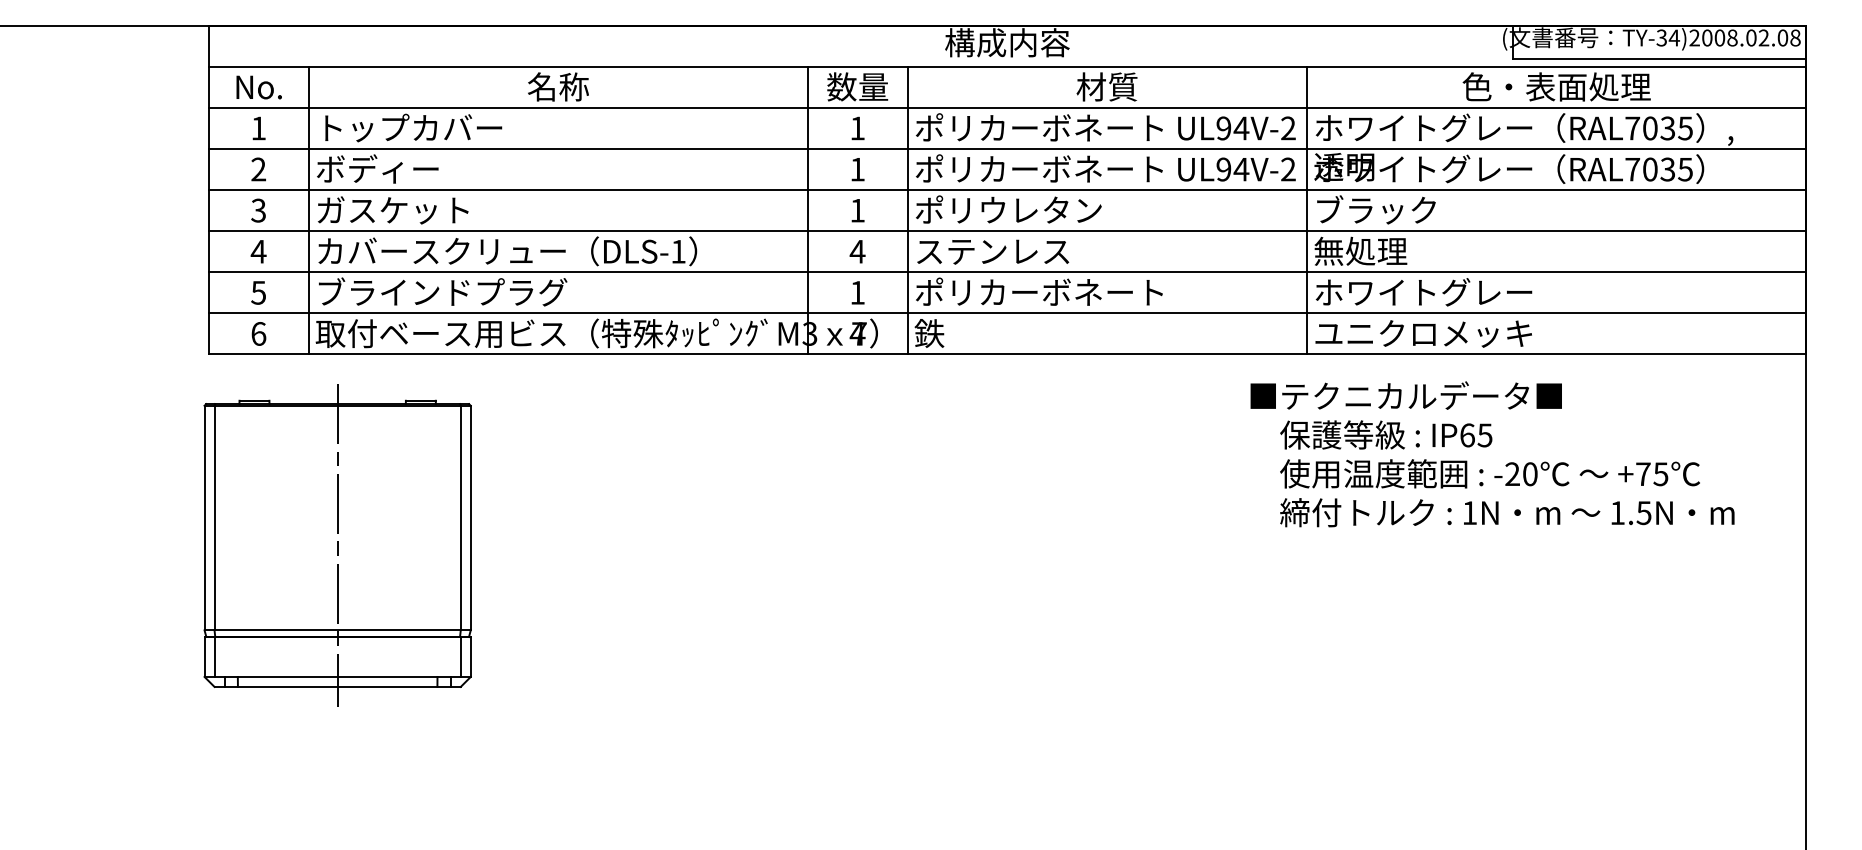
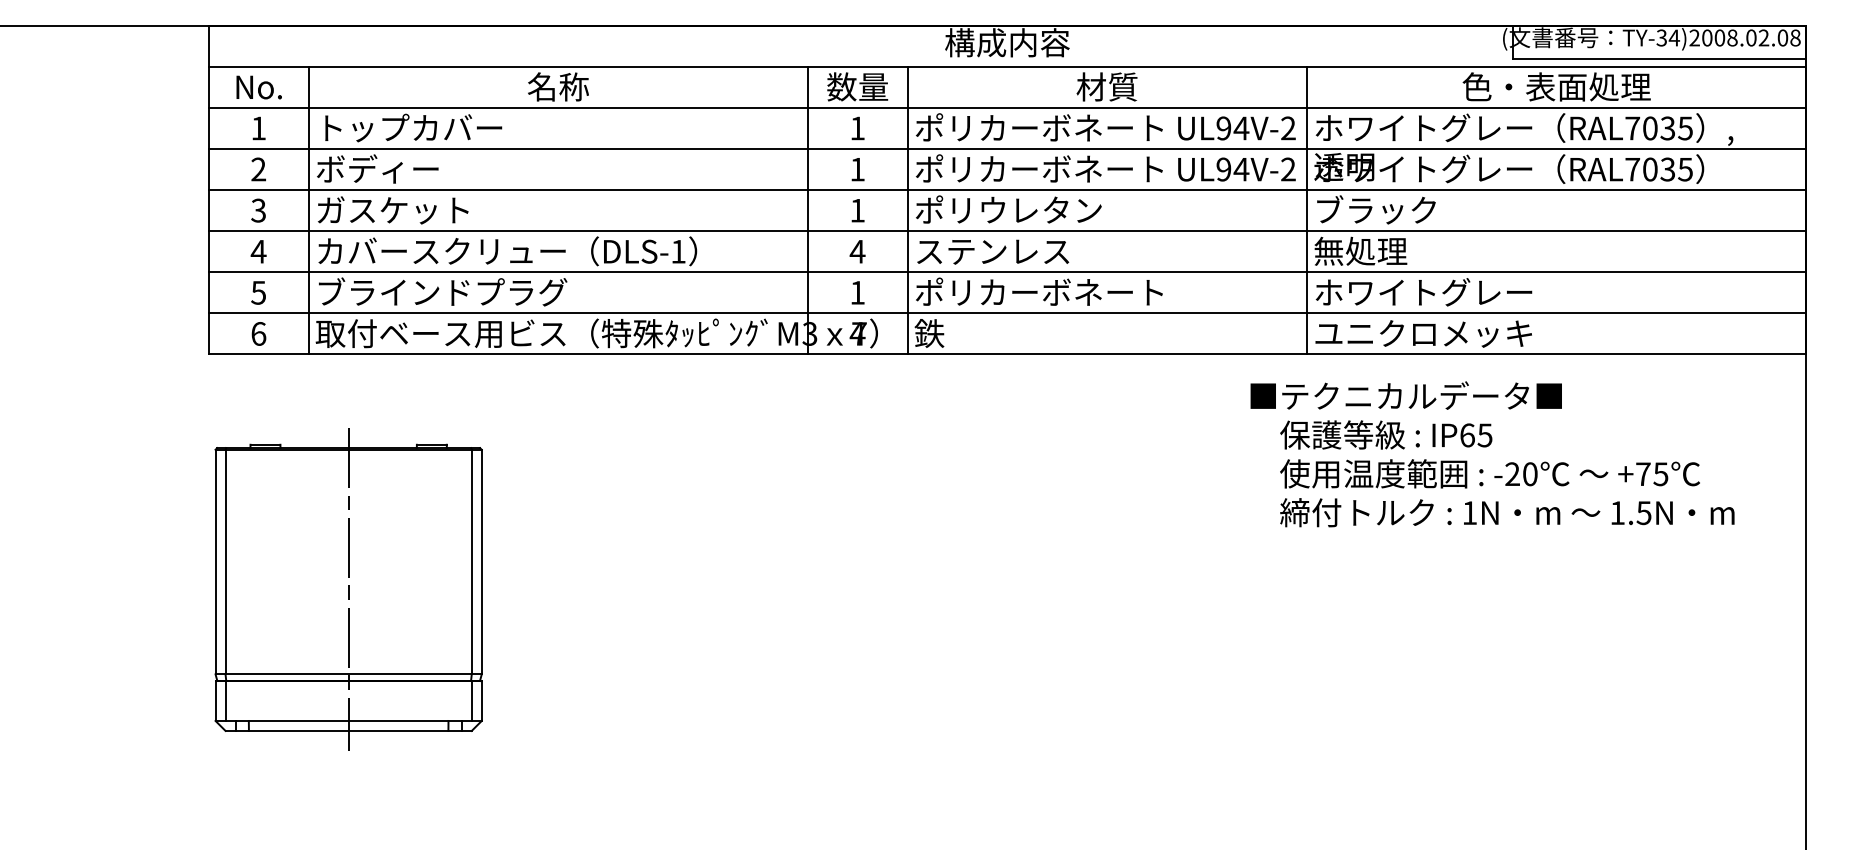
part at (337, 545) position: (337, 545) -> (348, 589)
